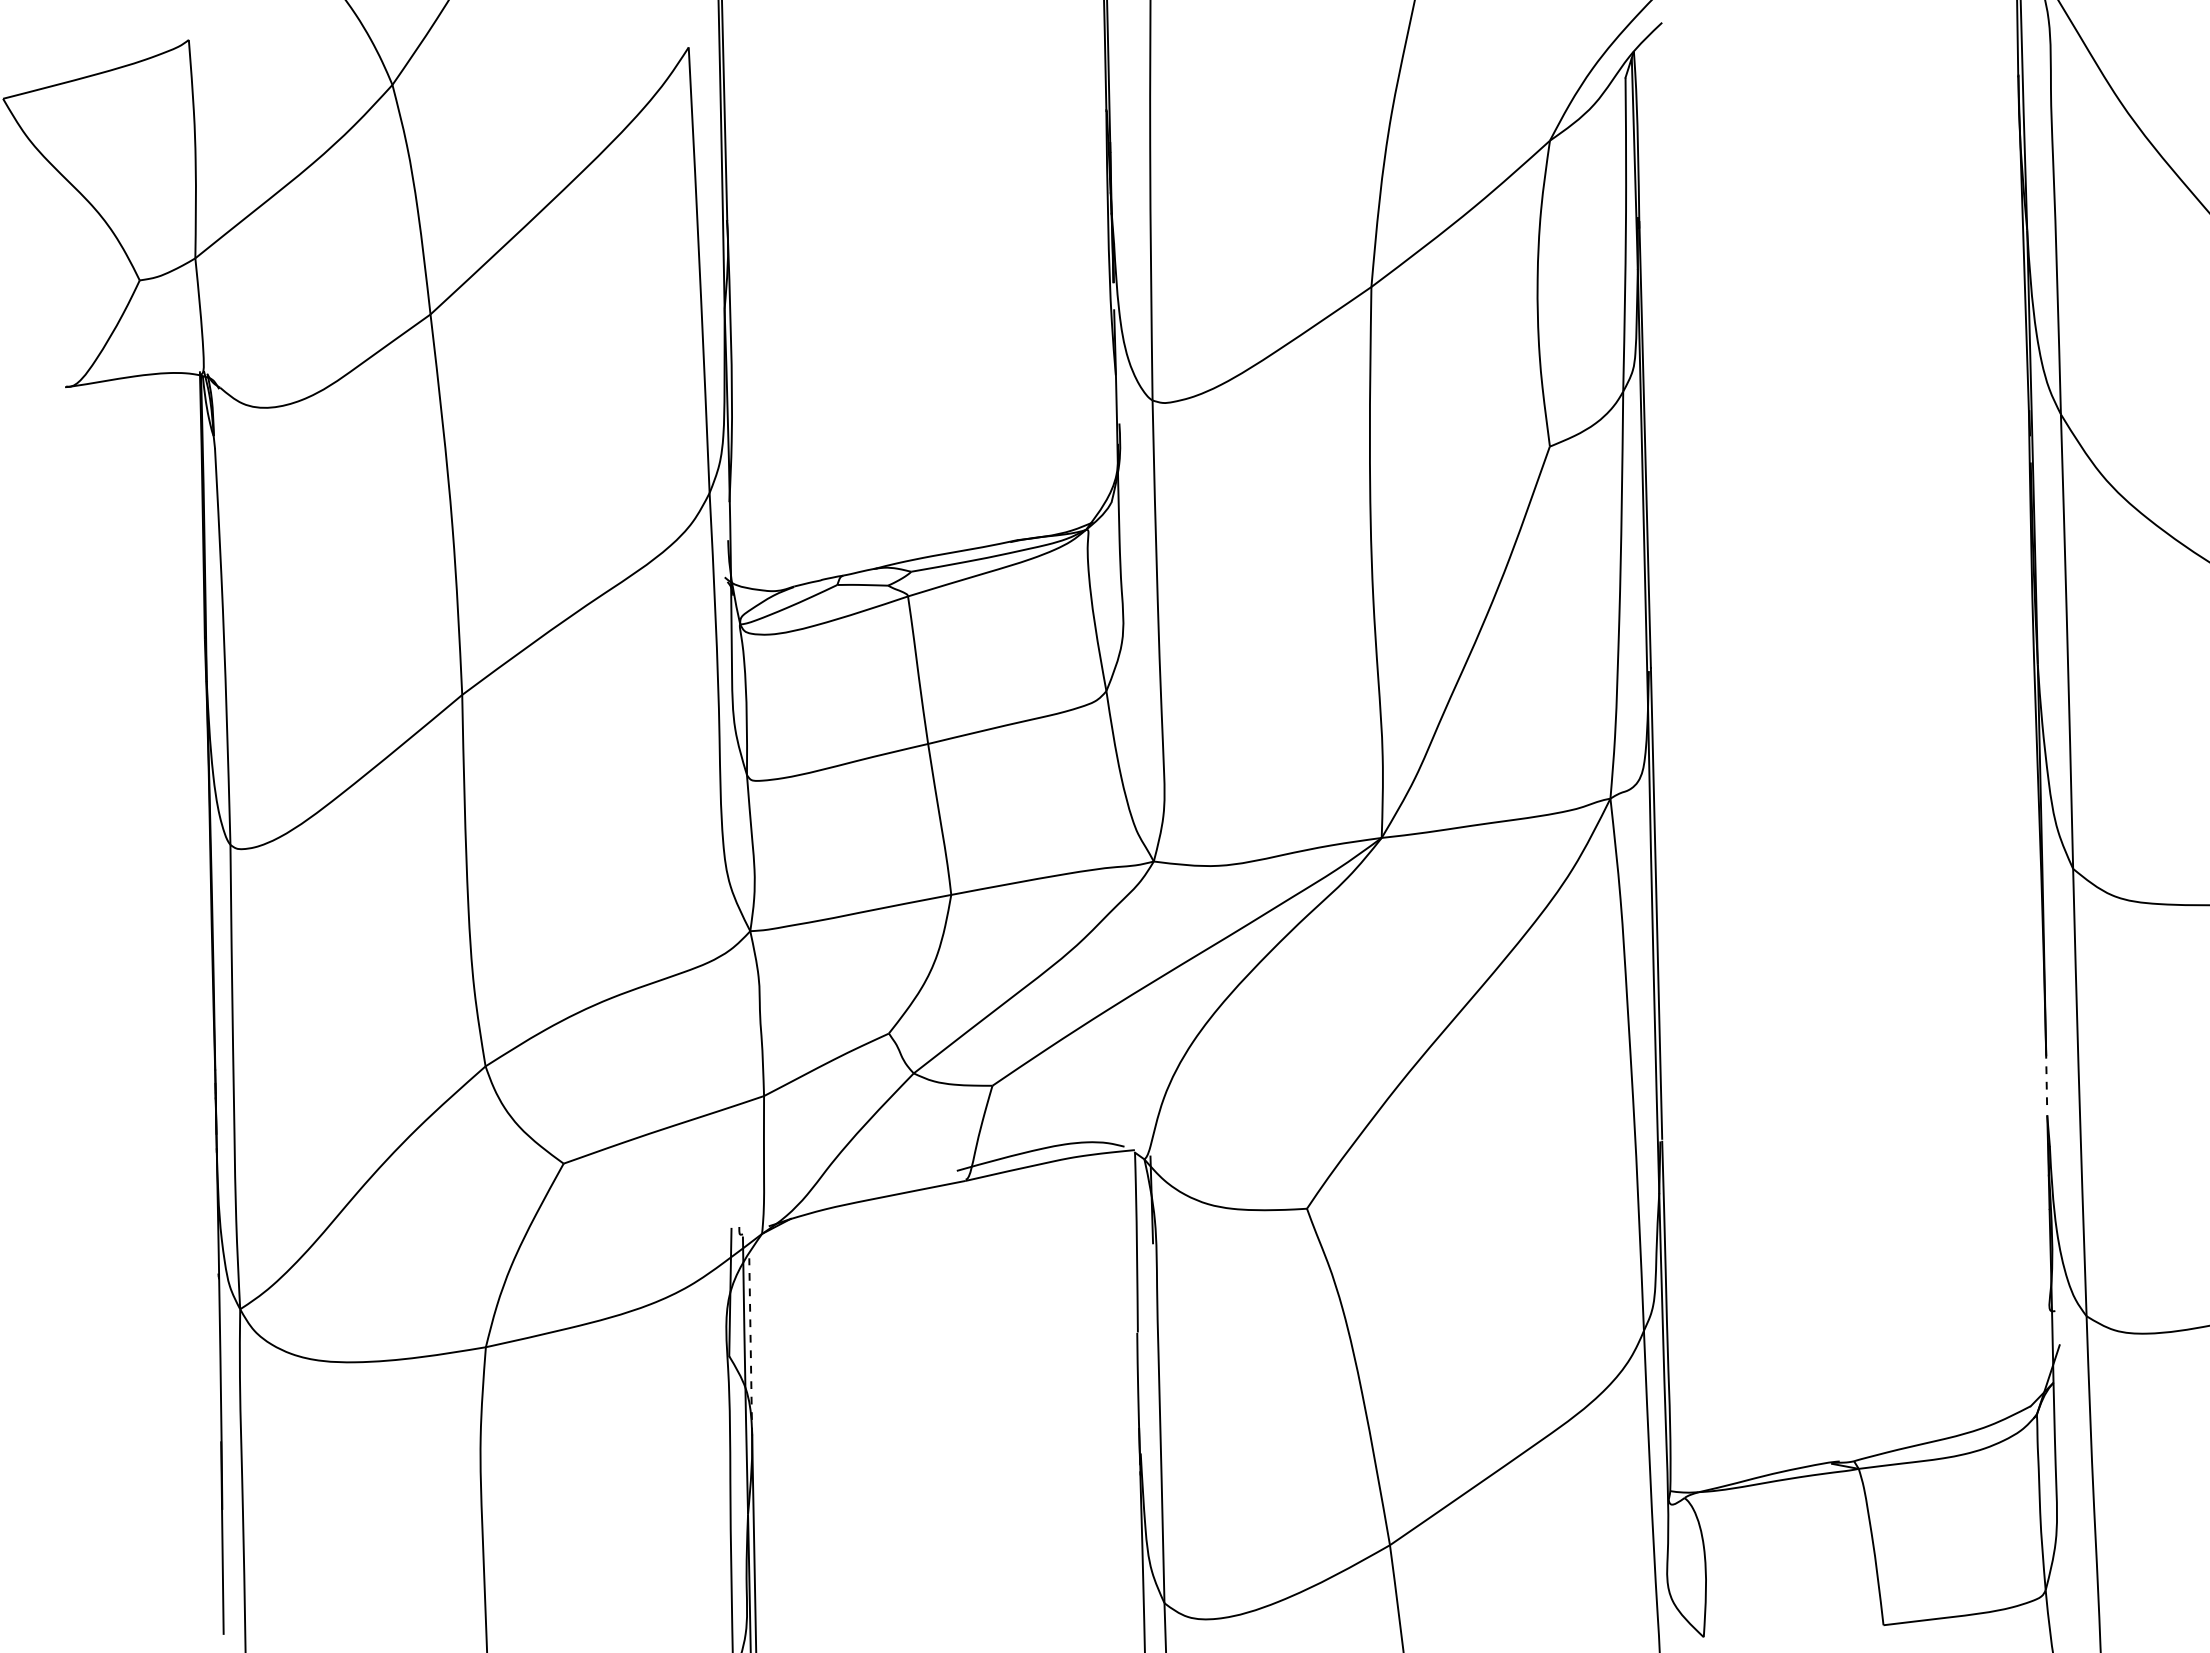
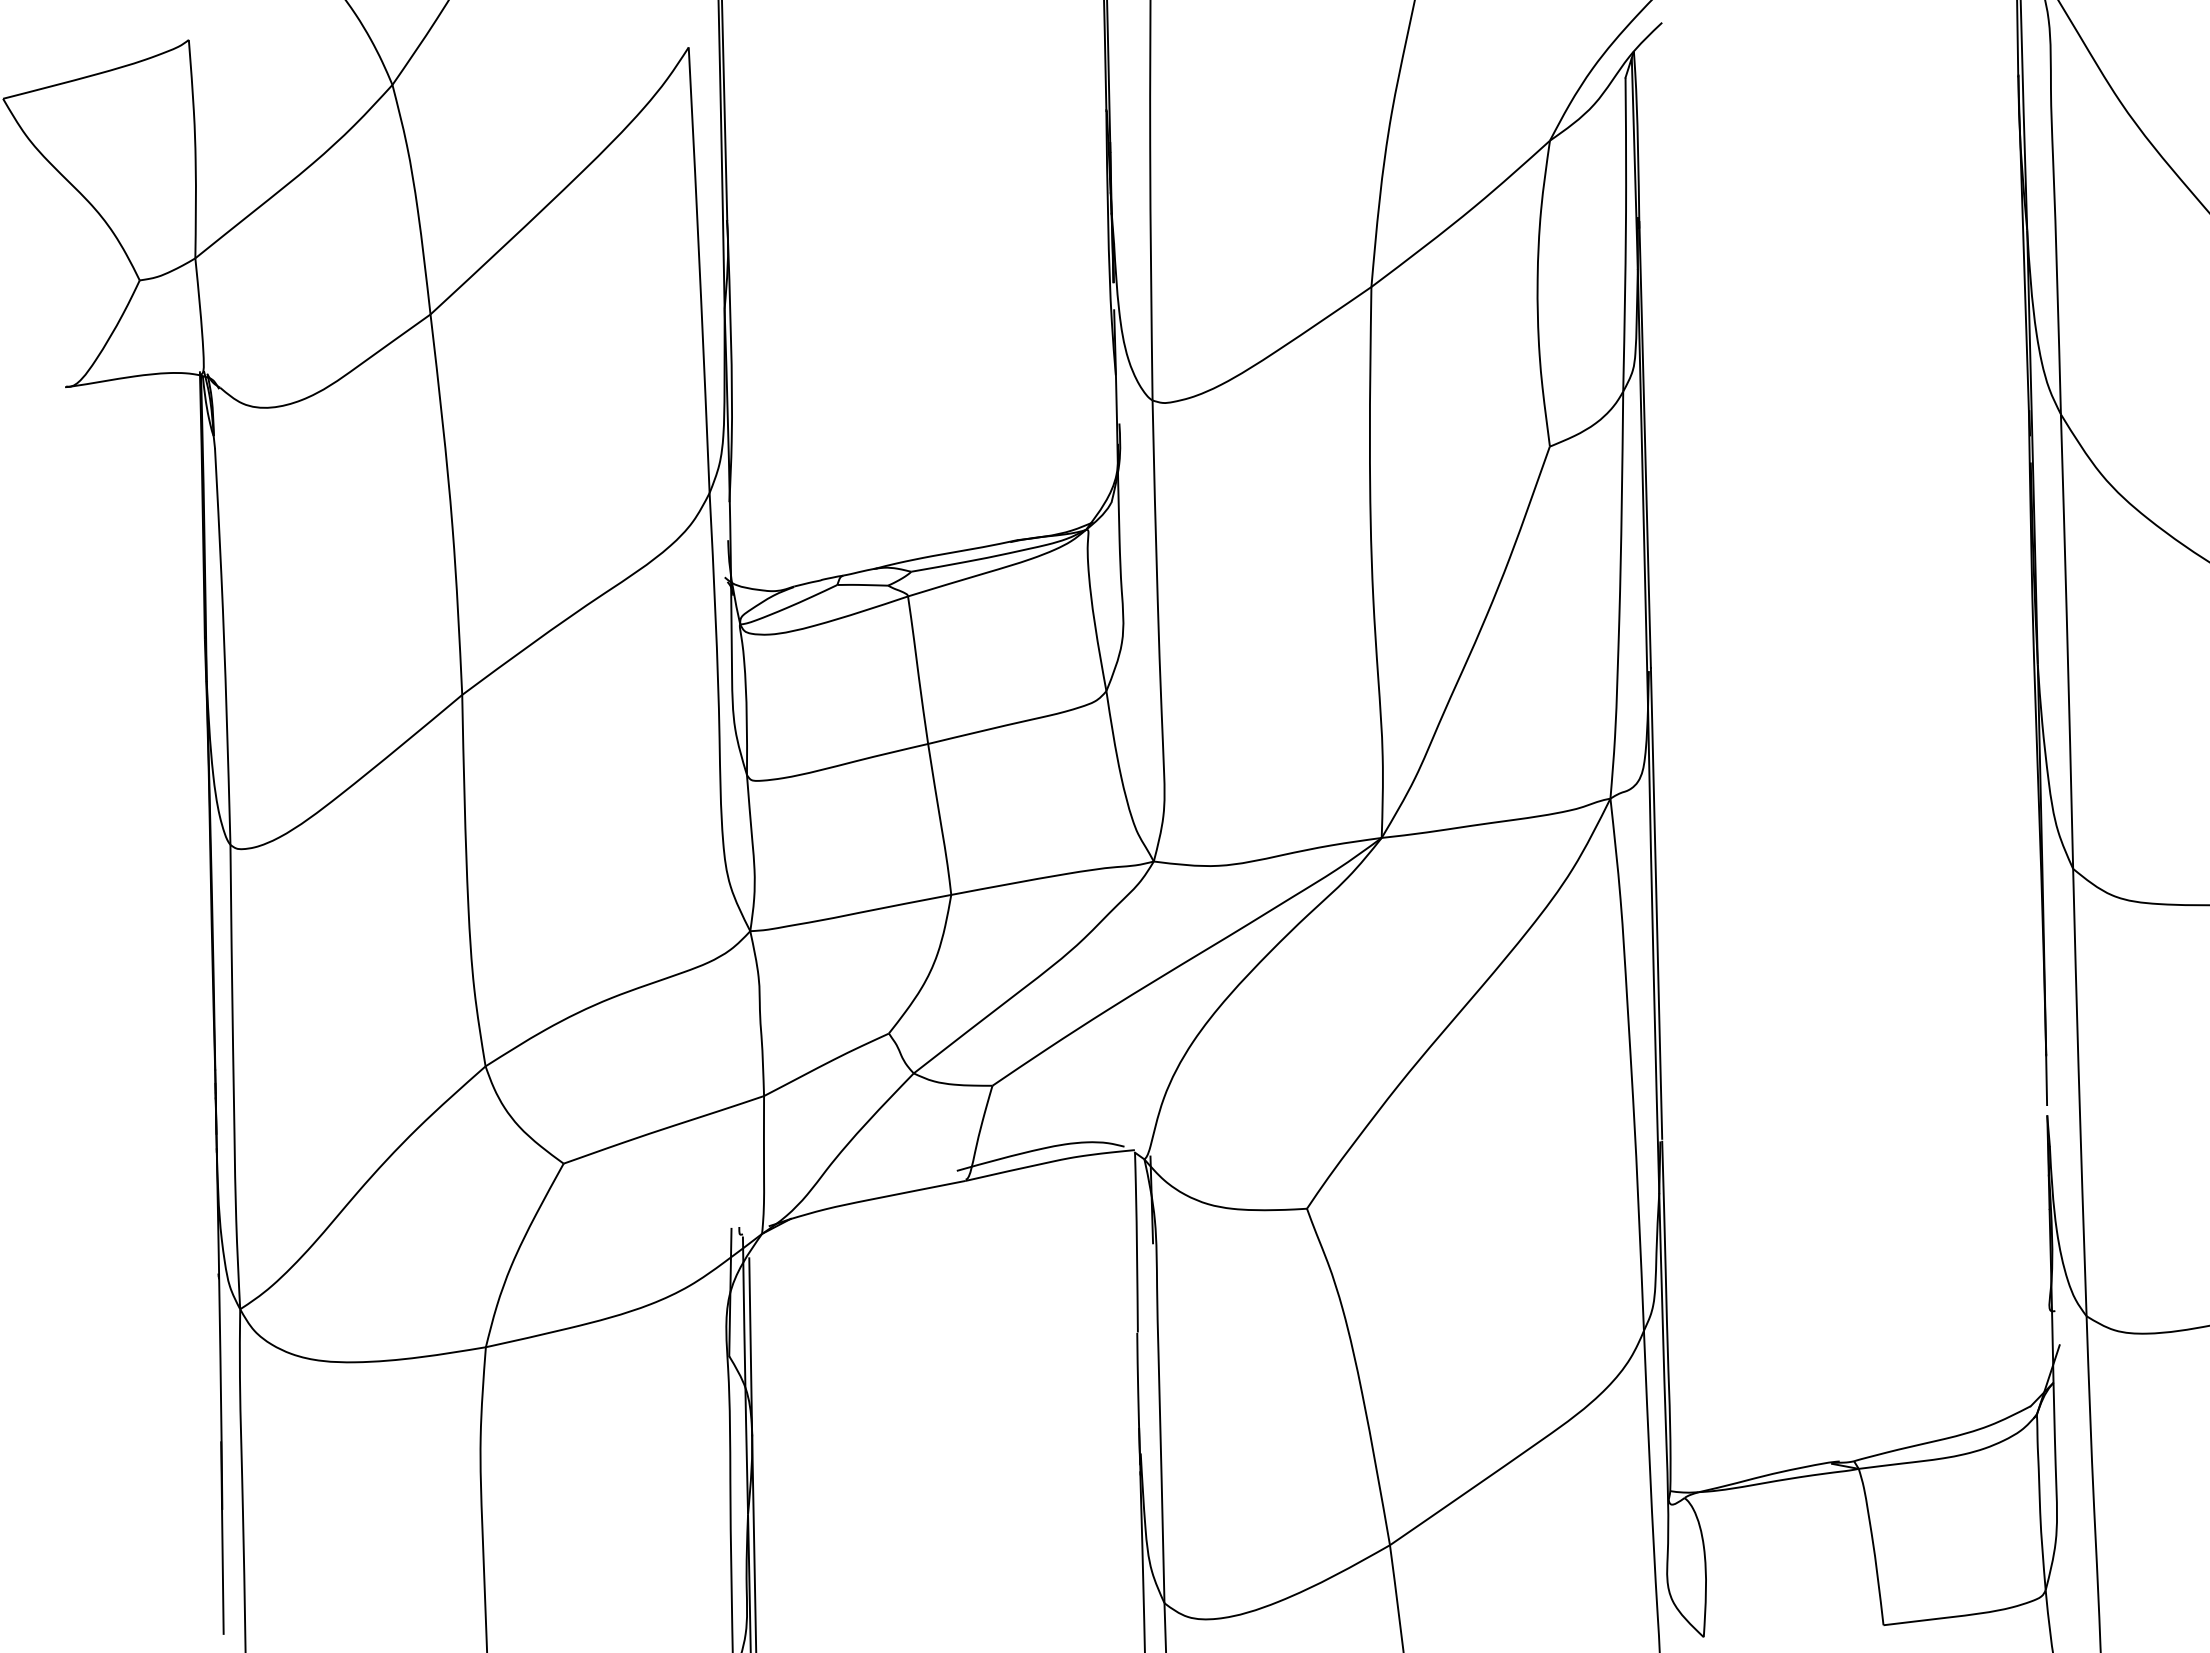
line at (2046, 1080): dashed -> solid
line at (750, 1346): dashed -> solid
